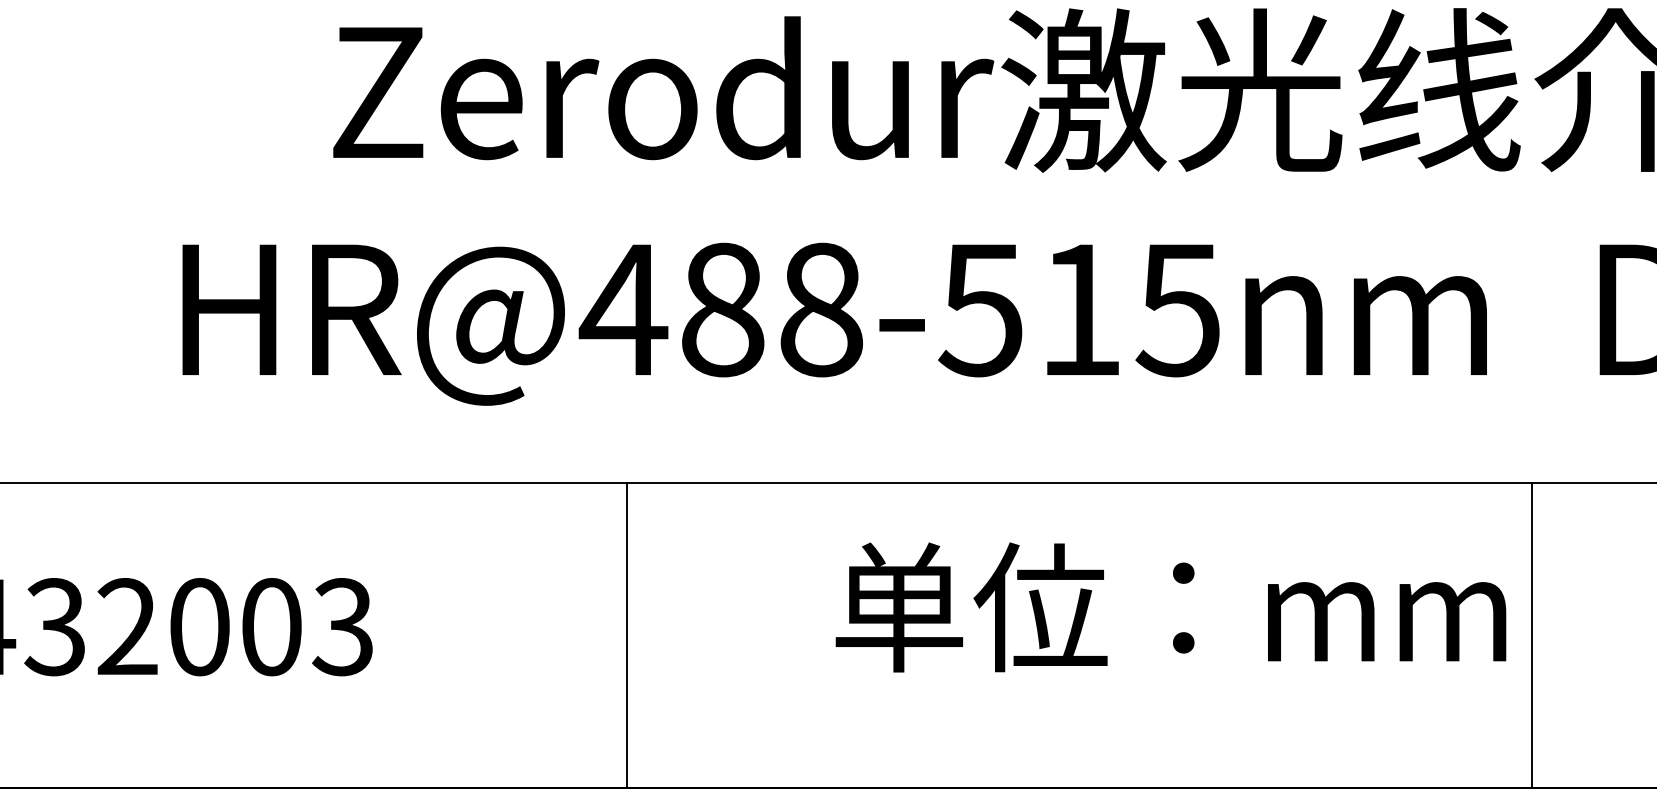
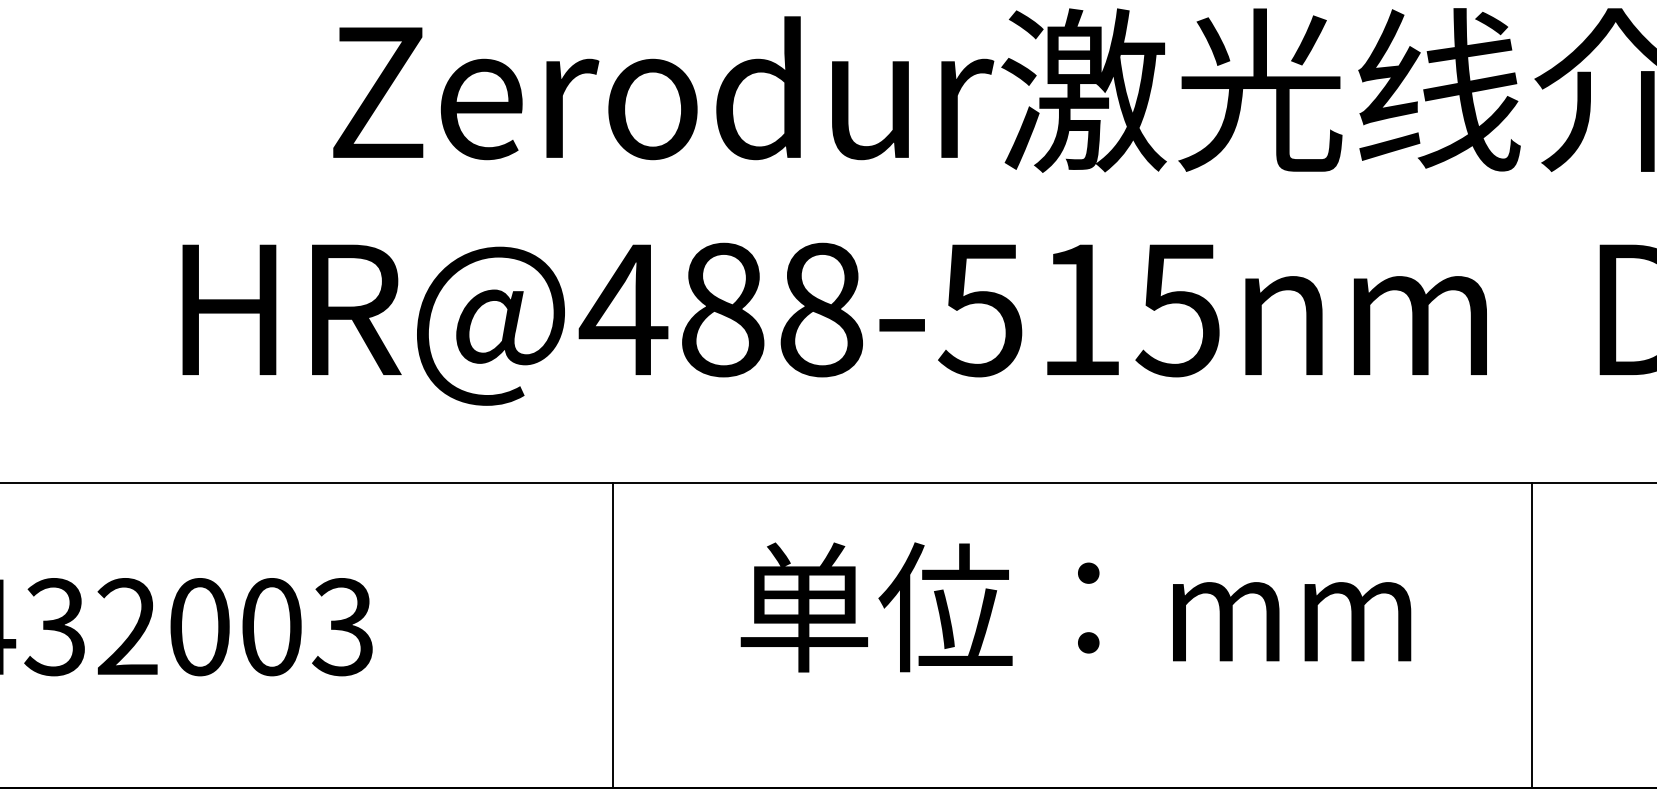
text at (1170, 607) position: (1170, 607) -> (1075, 607)
line at (627, 635) position: (627, 635) -> (613, 635)
